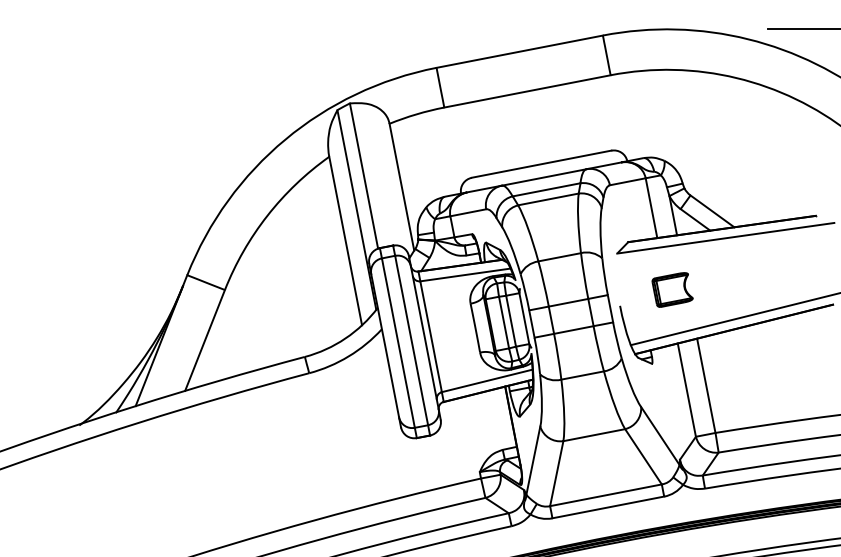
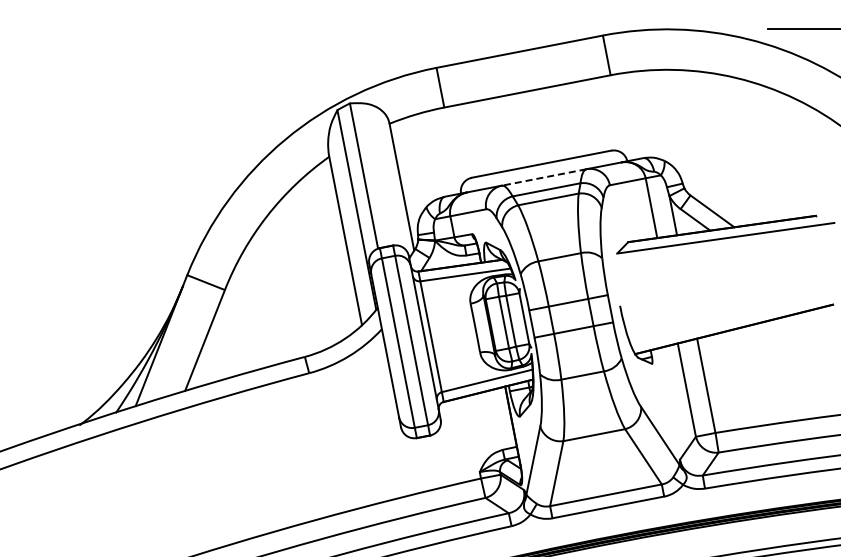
line at (543, 177): solid -> dashed
part at (672, 289): present -> none
line at (733, 319): present -> none
